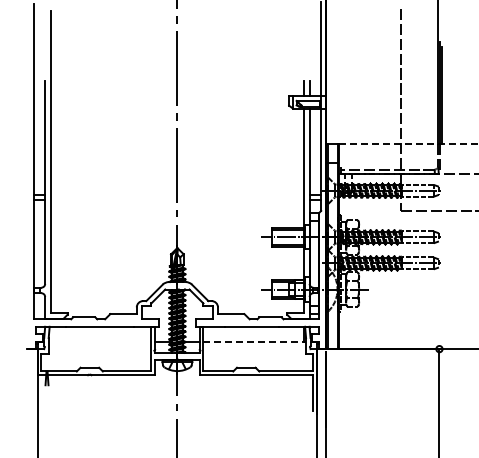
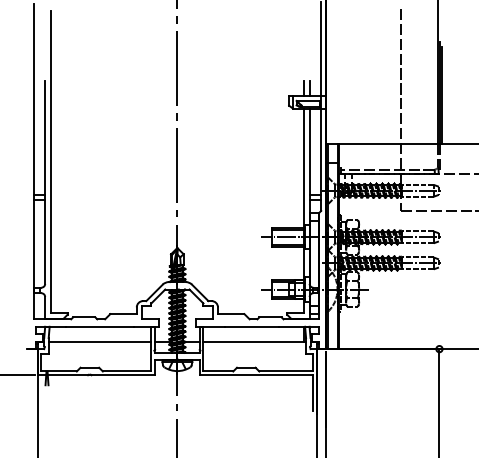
line at (409, 144): dashed -> solid
line at (99, 341): none -> present
line at (255, 341): dashed -> solid
line at (18, 375): none -> present
